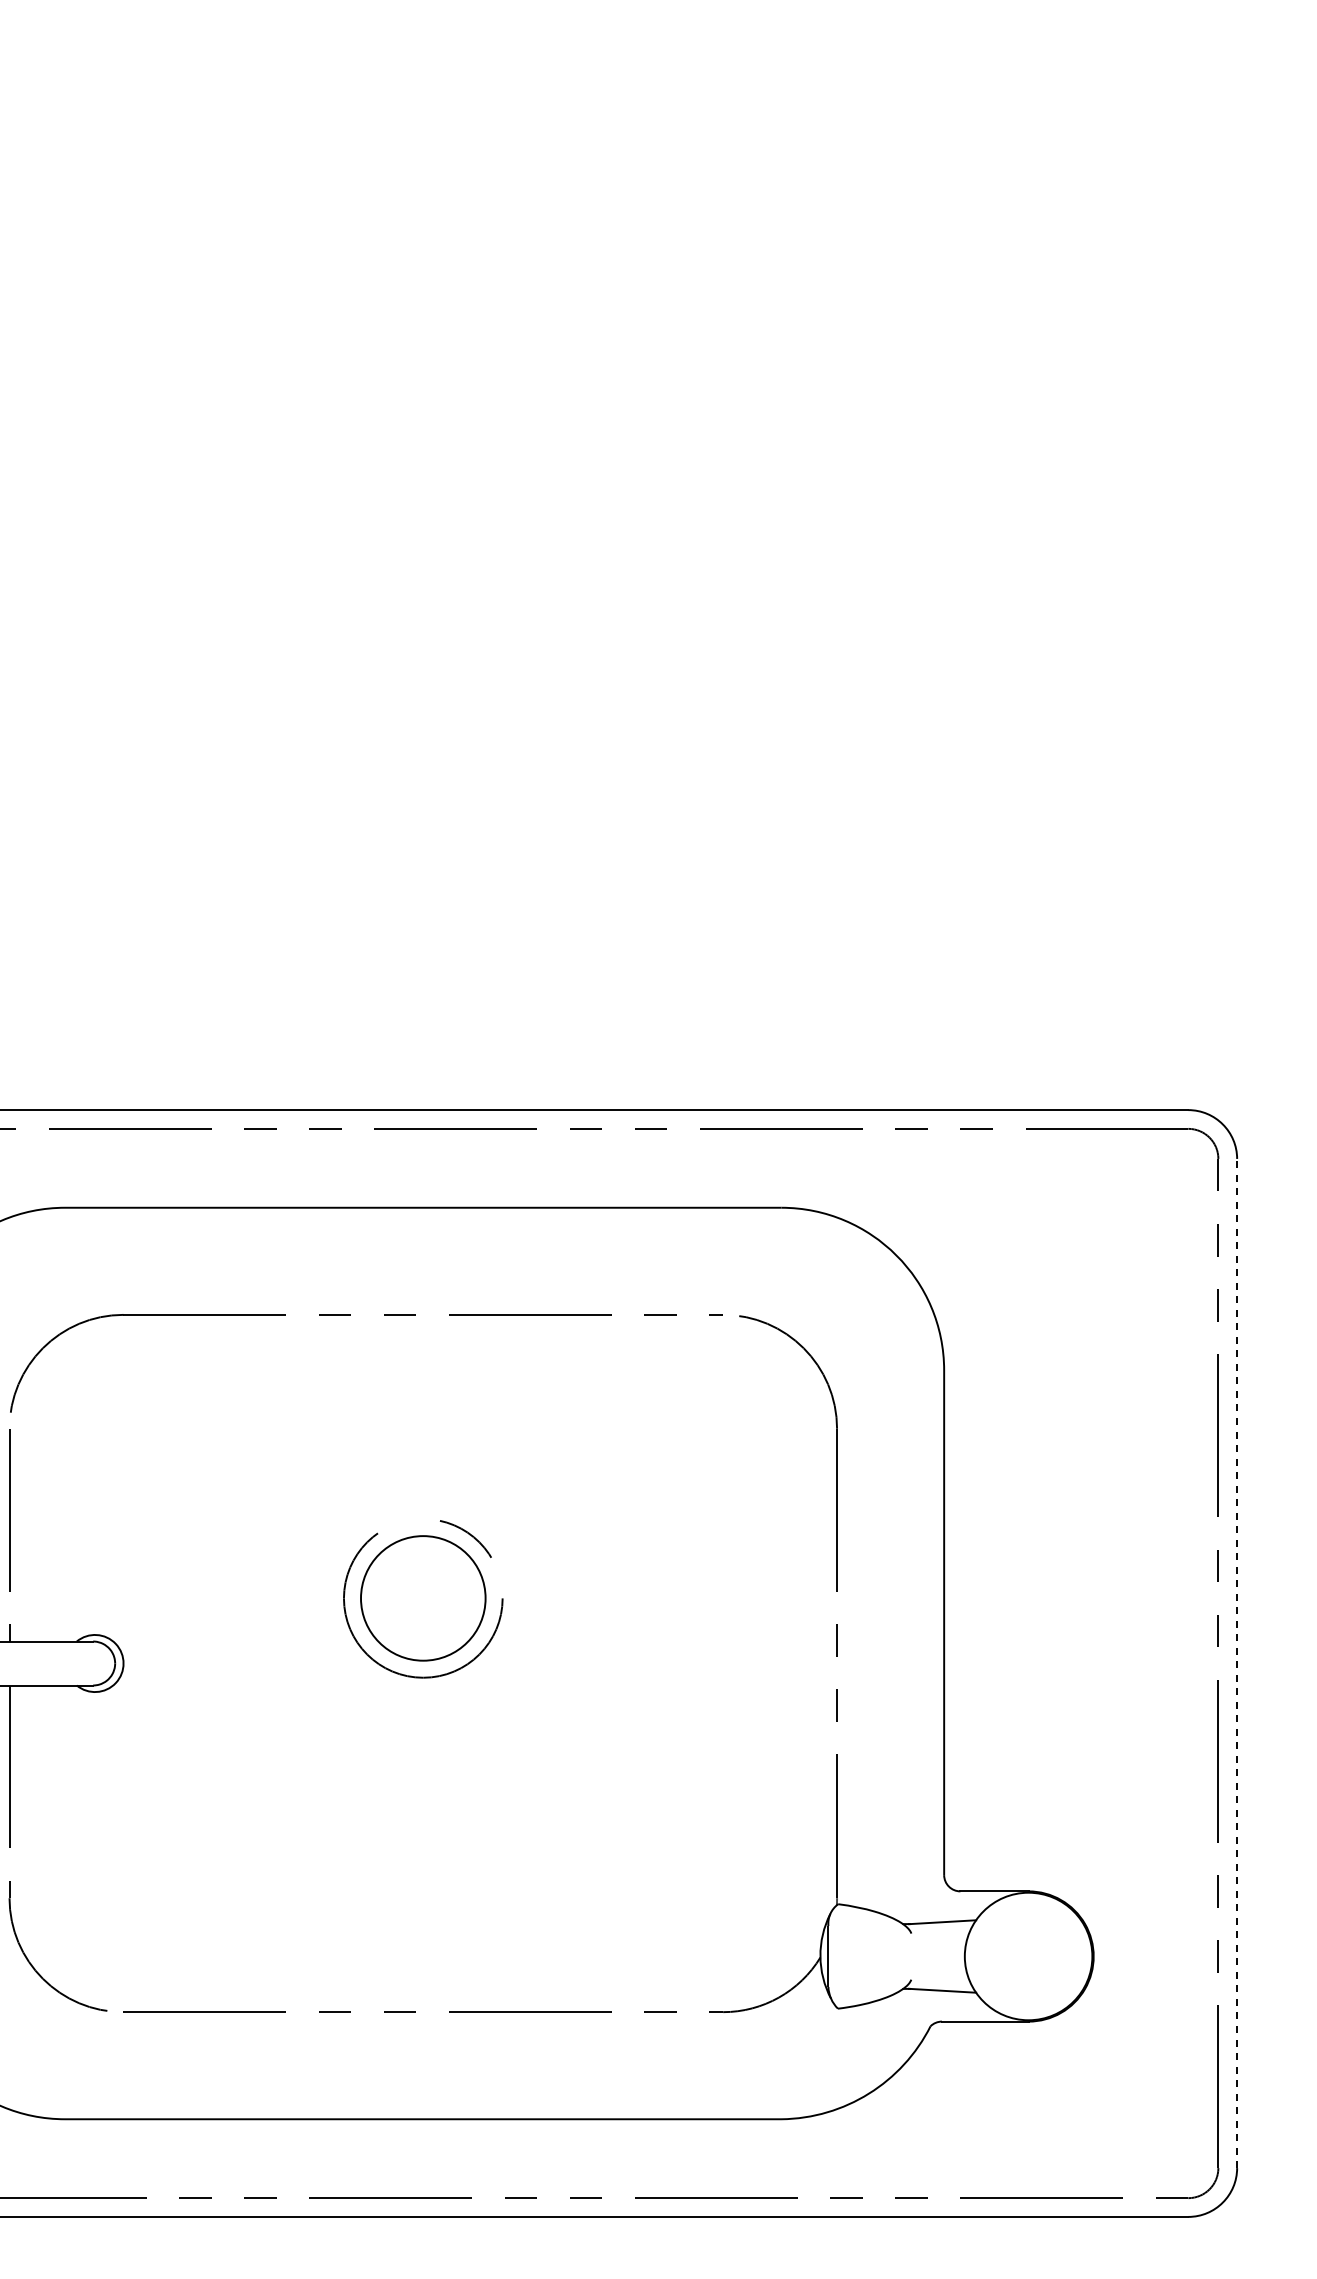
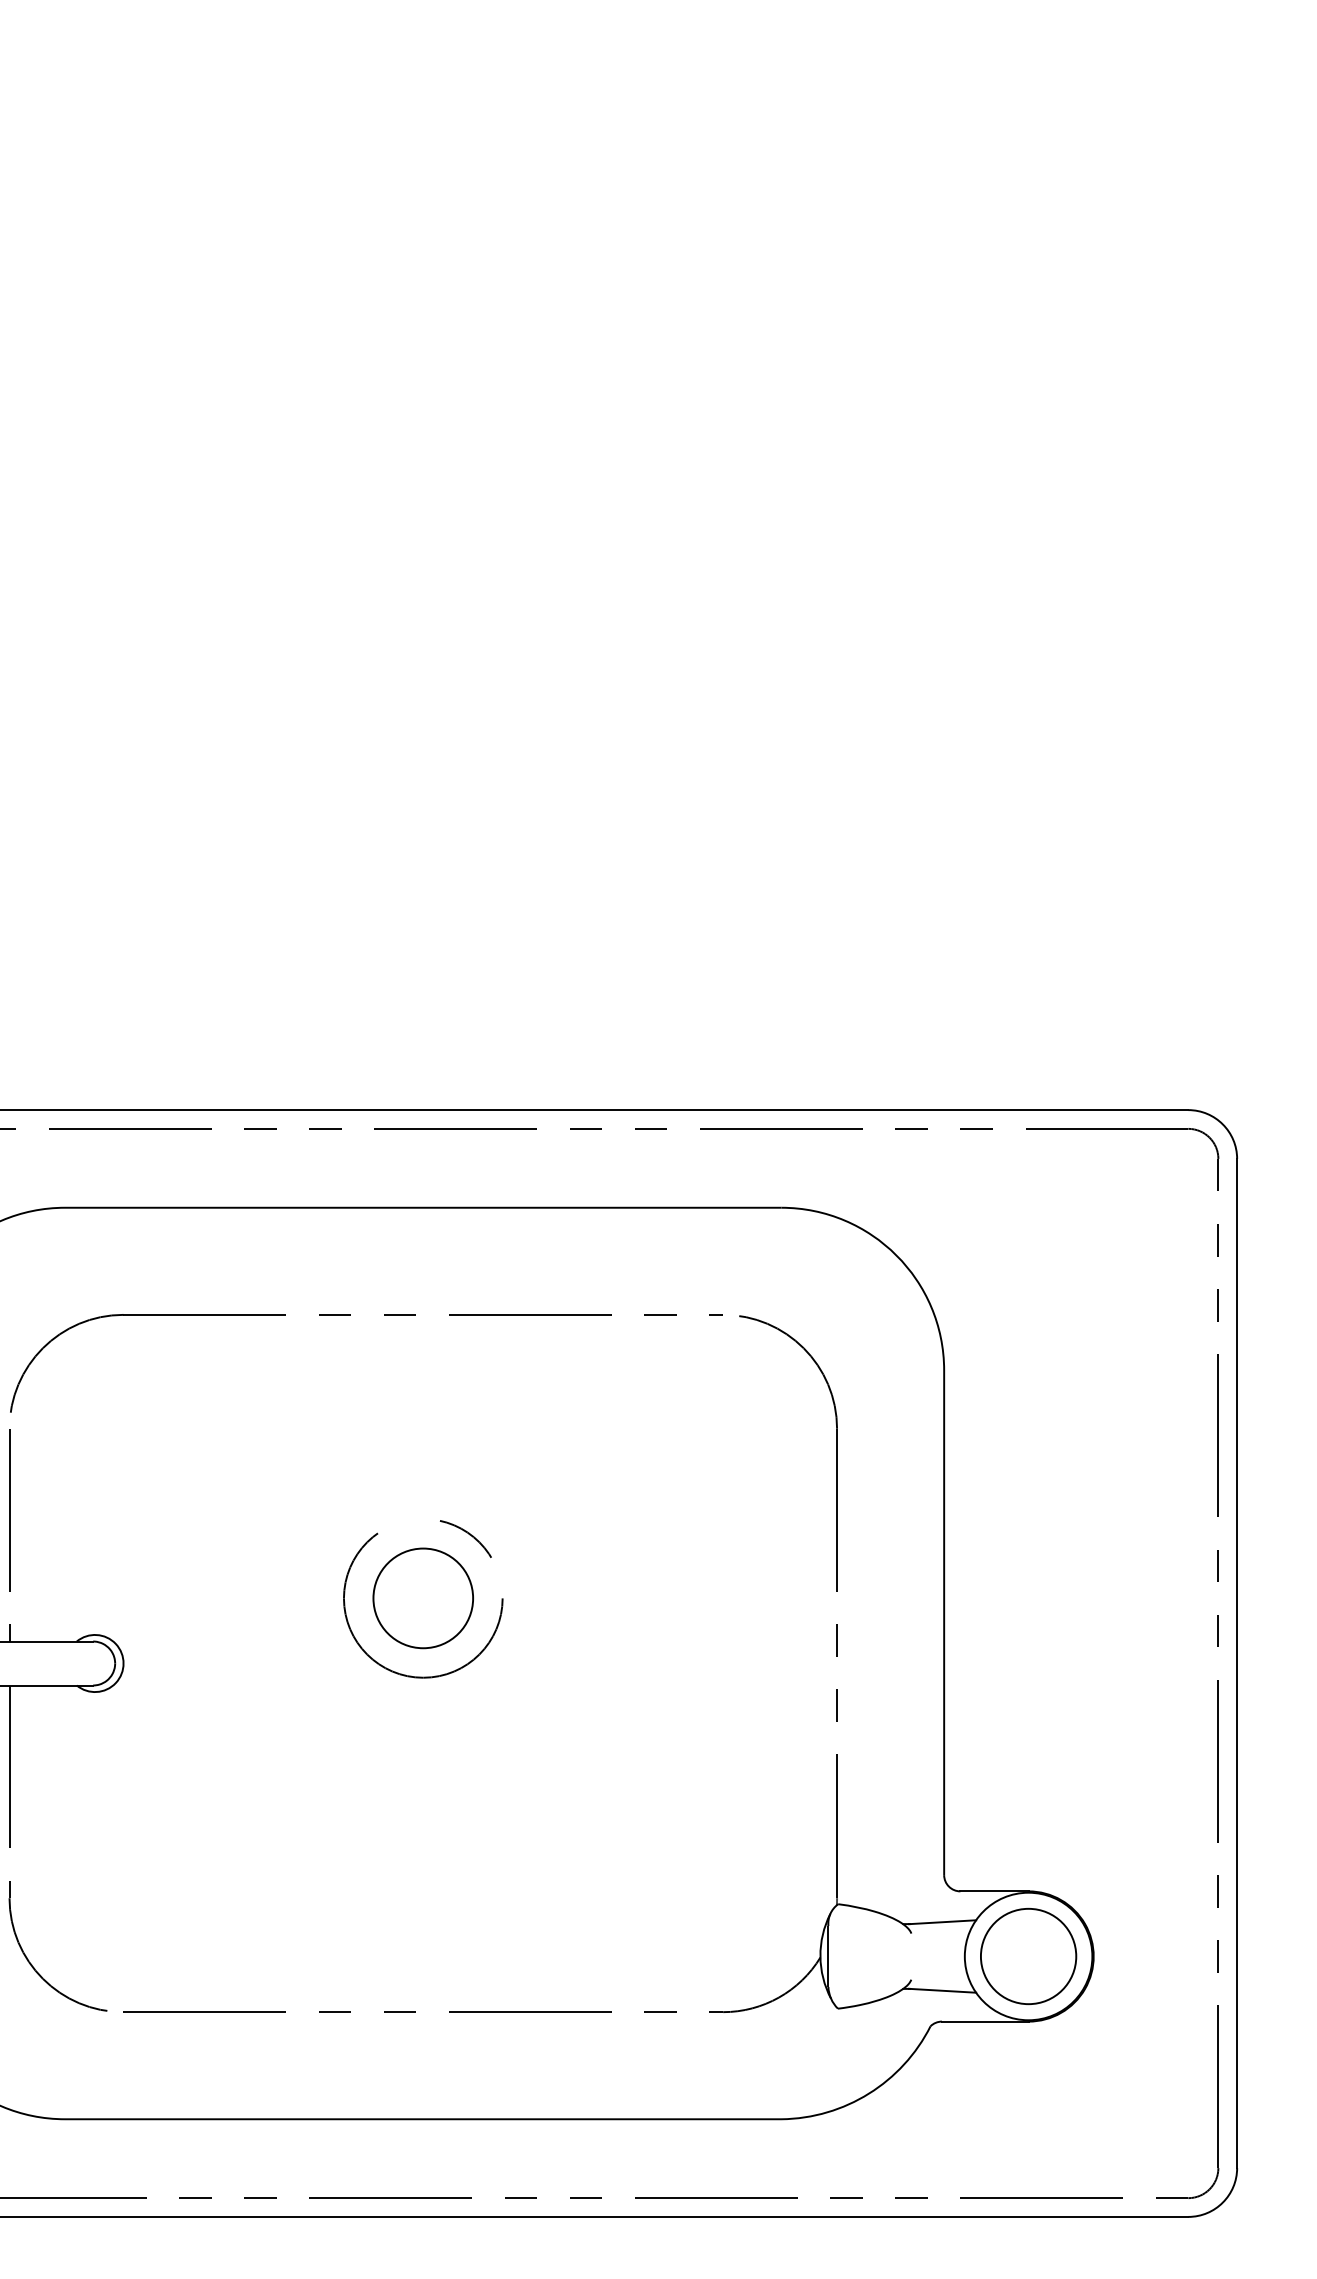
circle at (423, 1598) diameter: 125 px -> 100 px
line at (1237, 1663): dashed -> solid
circle at (1028, 1956): none -> present
